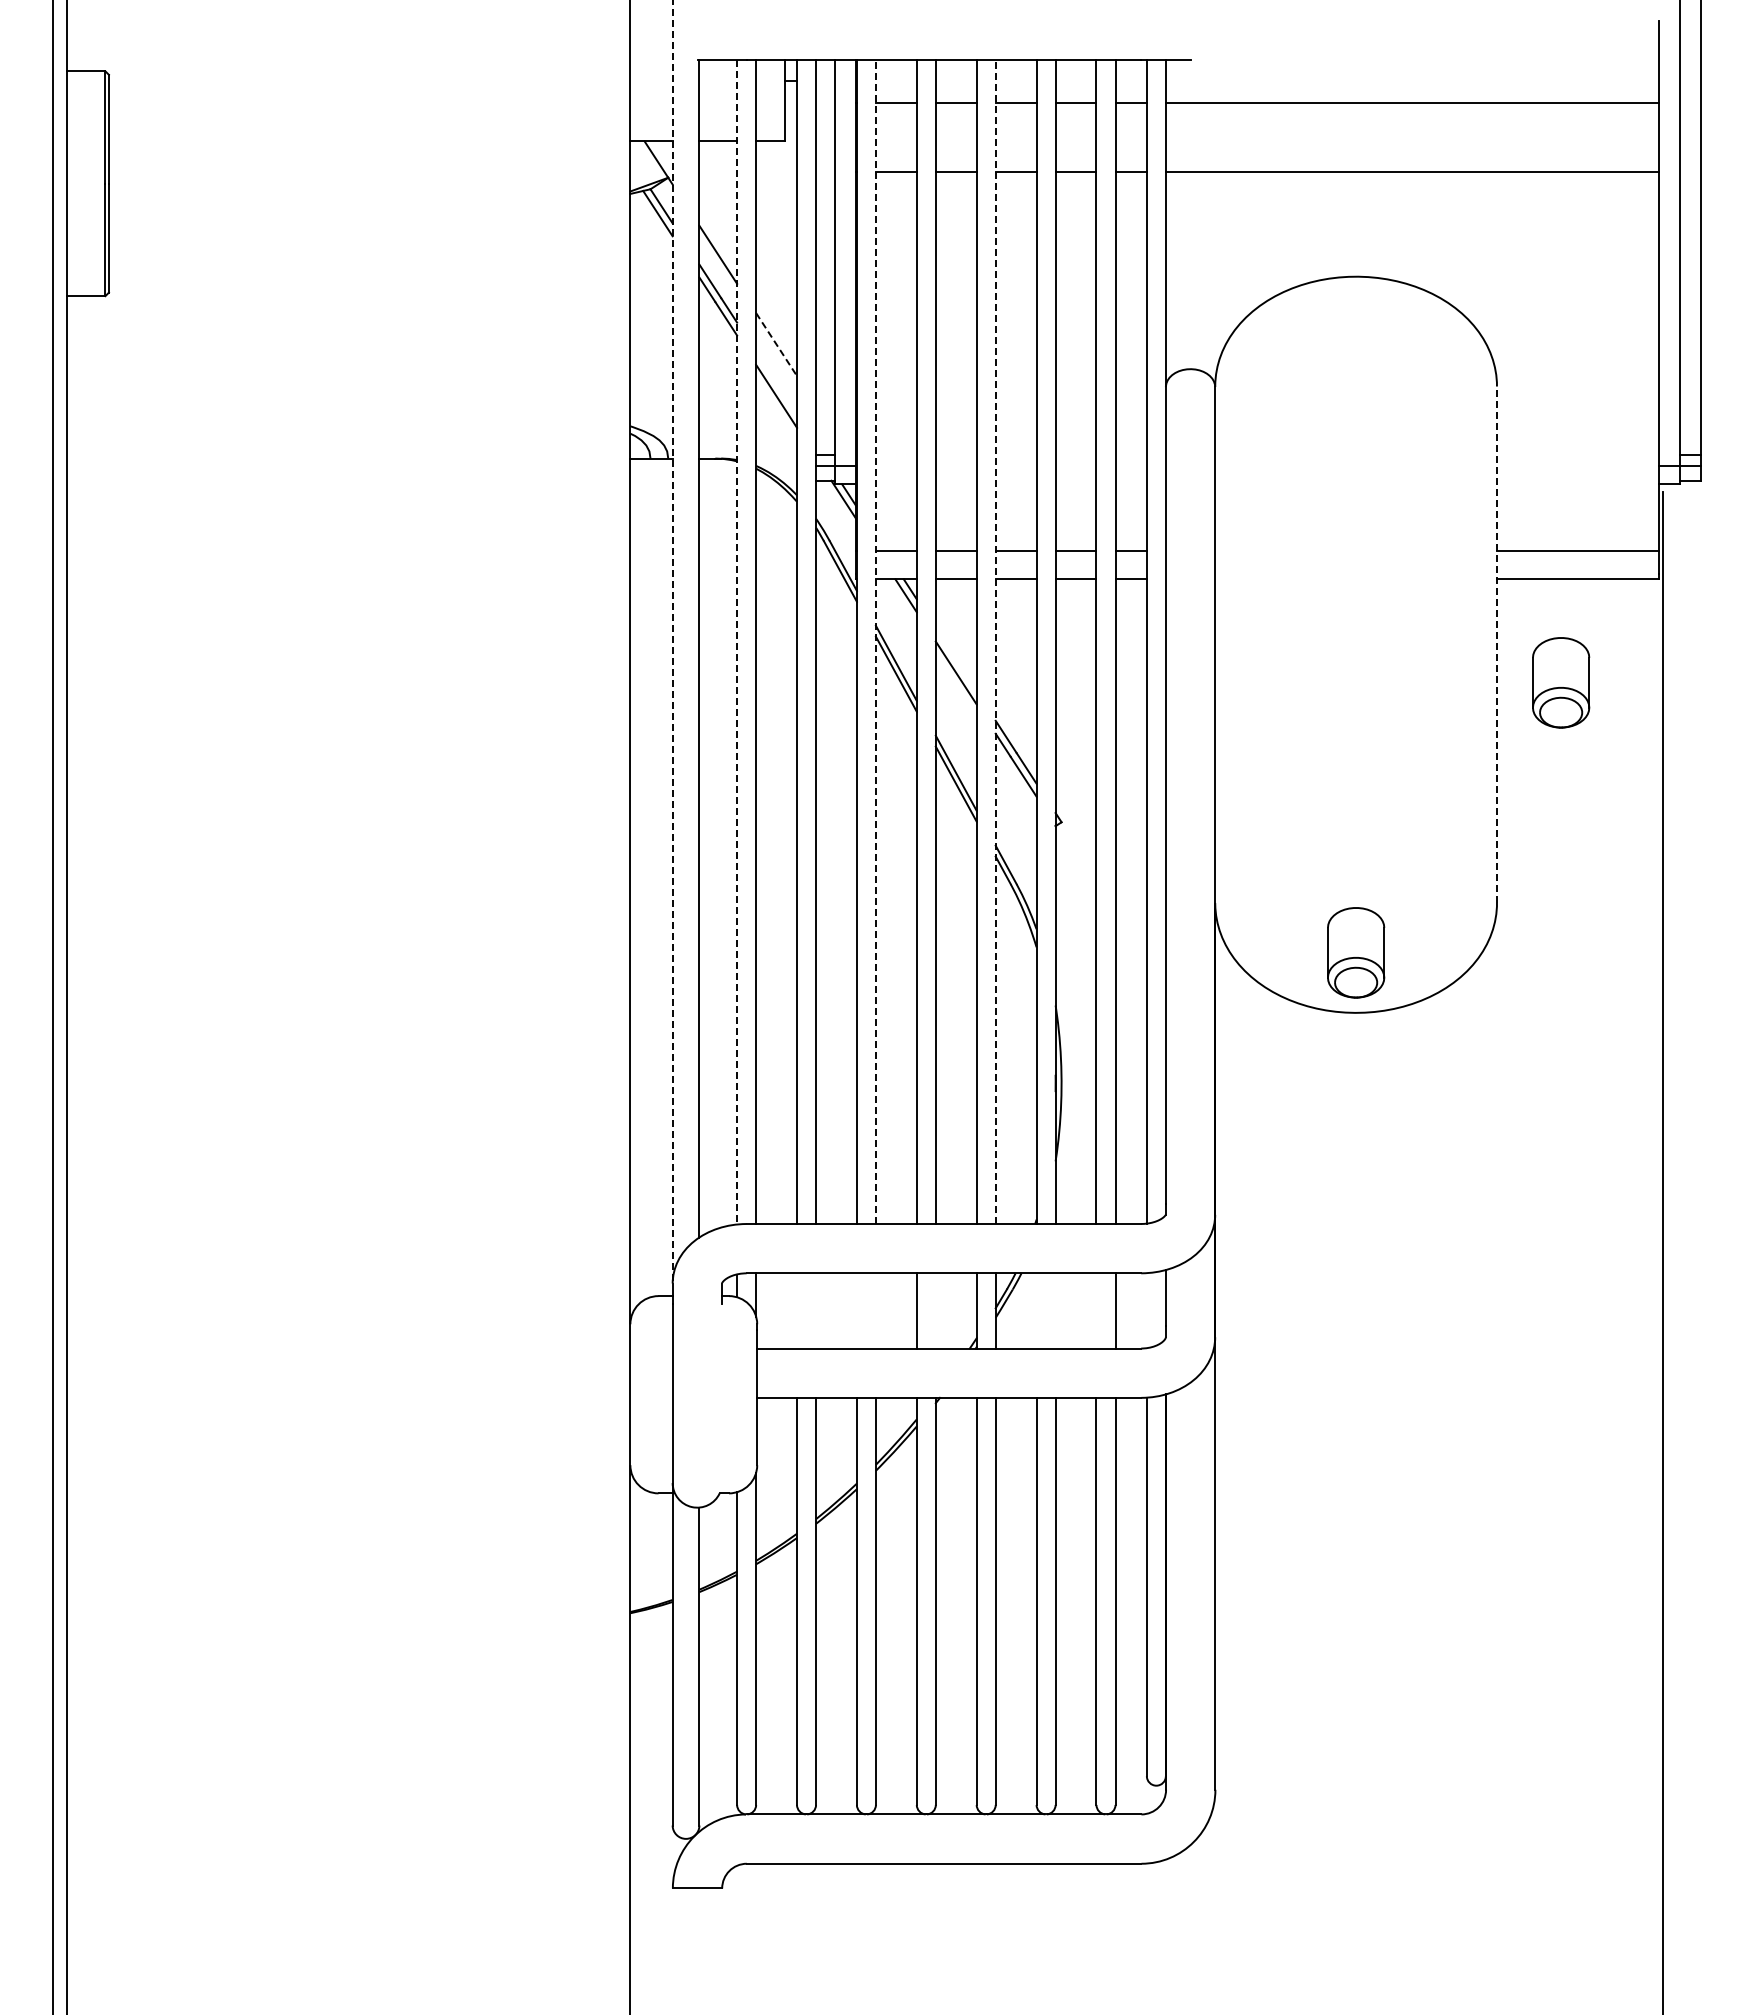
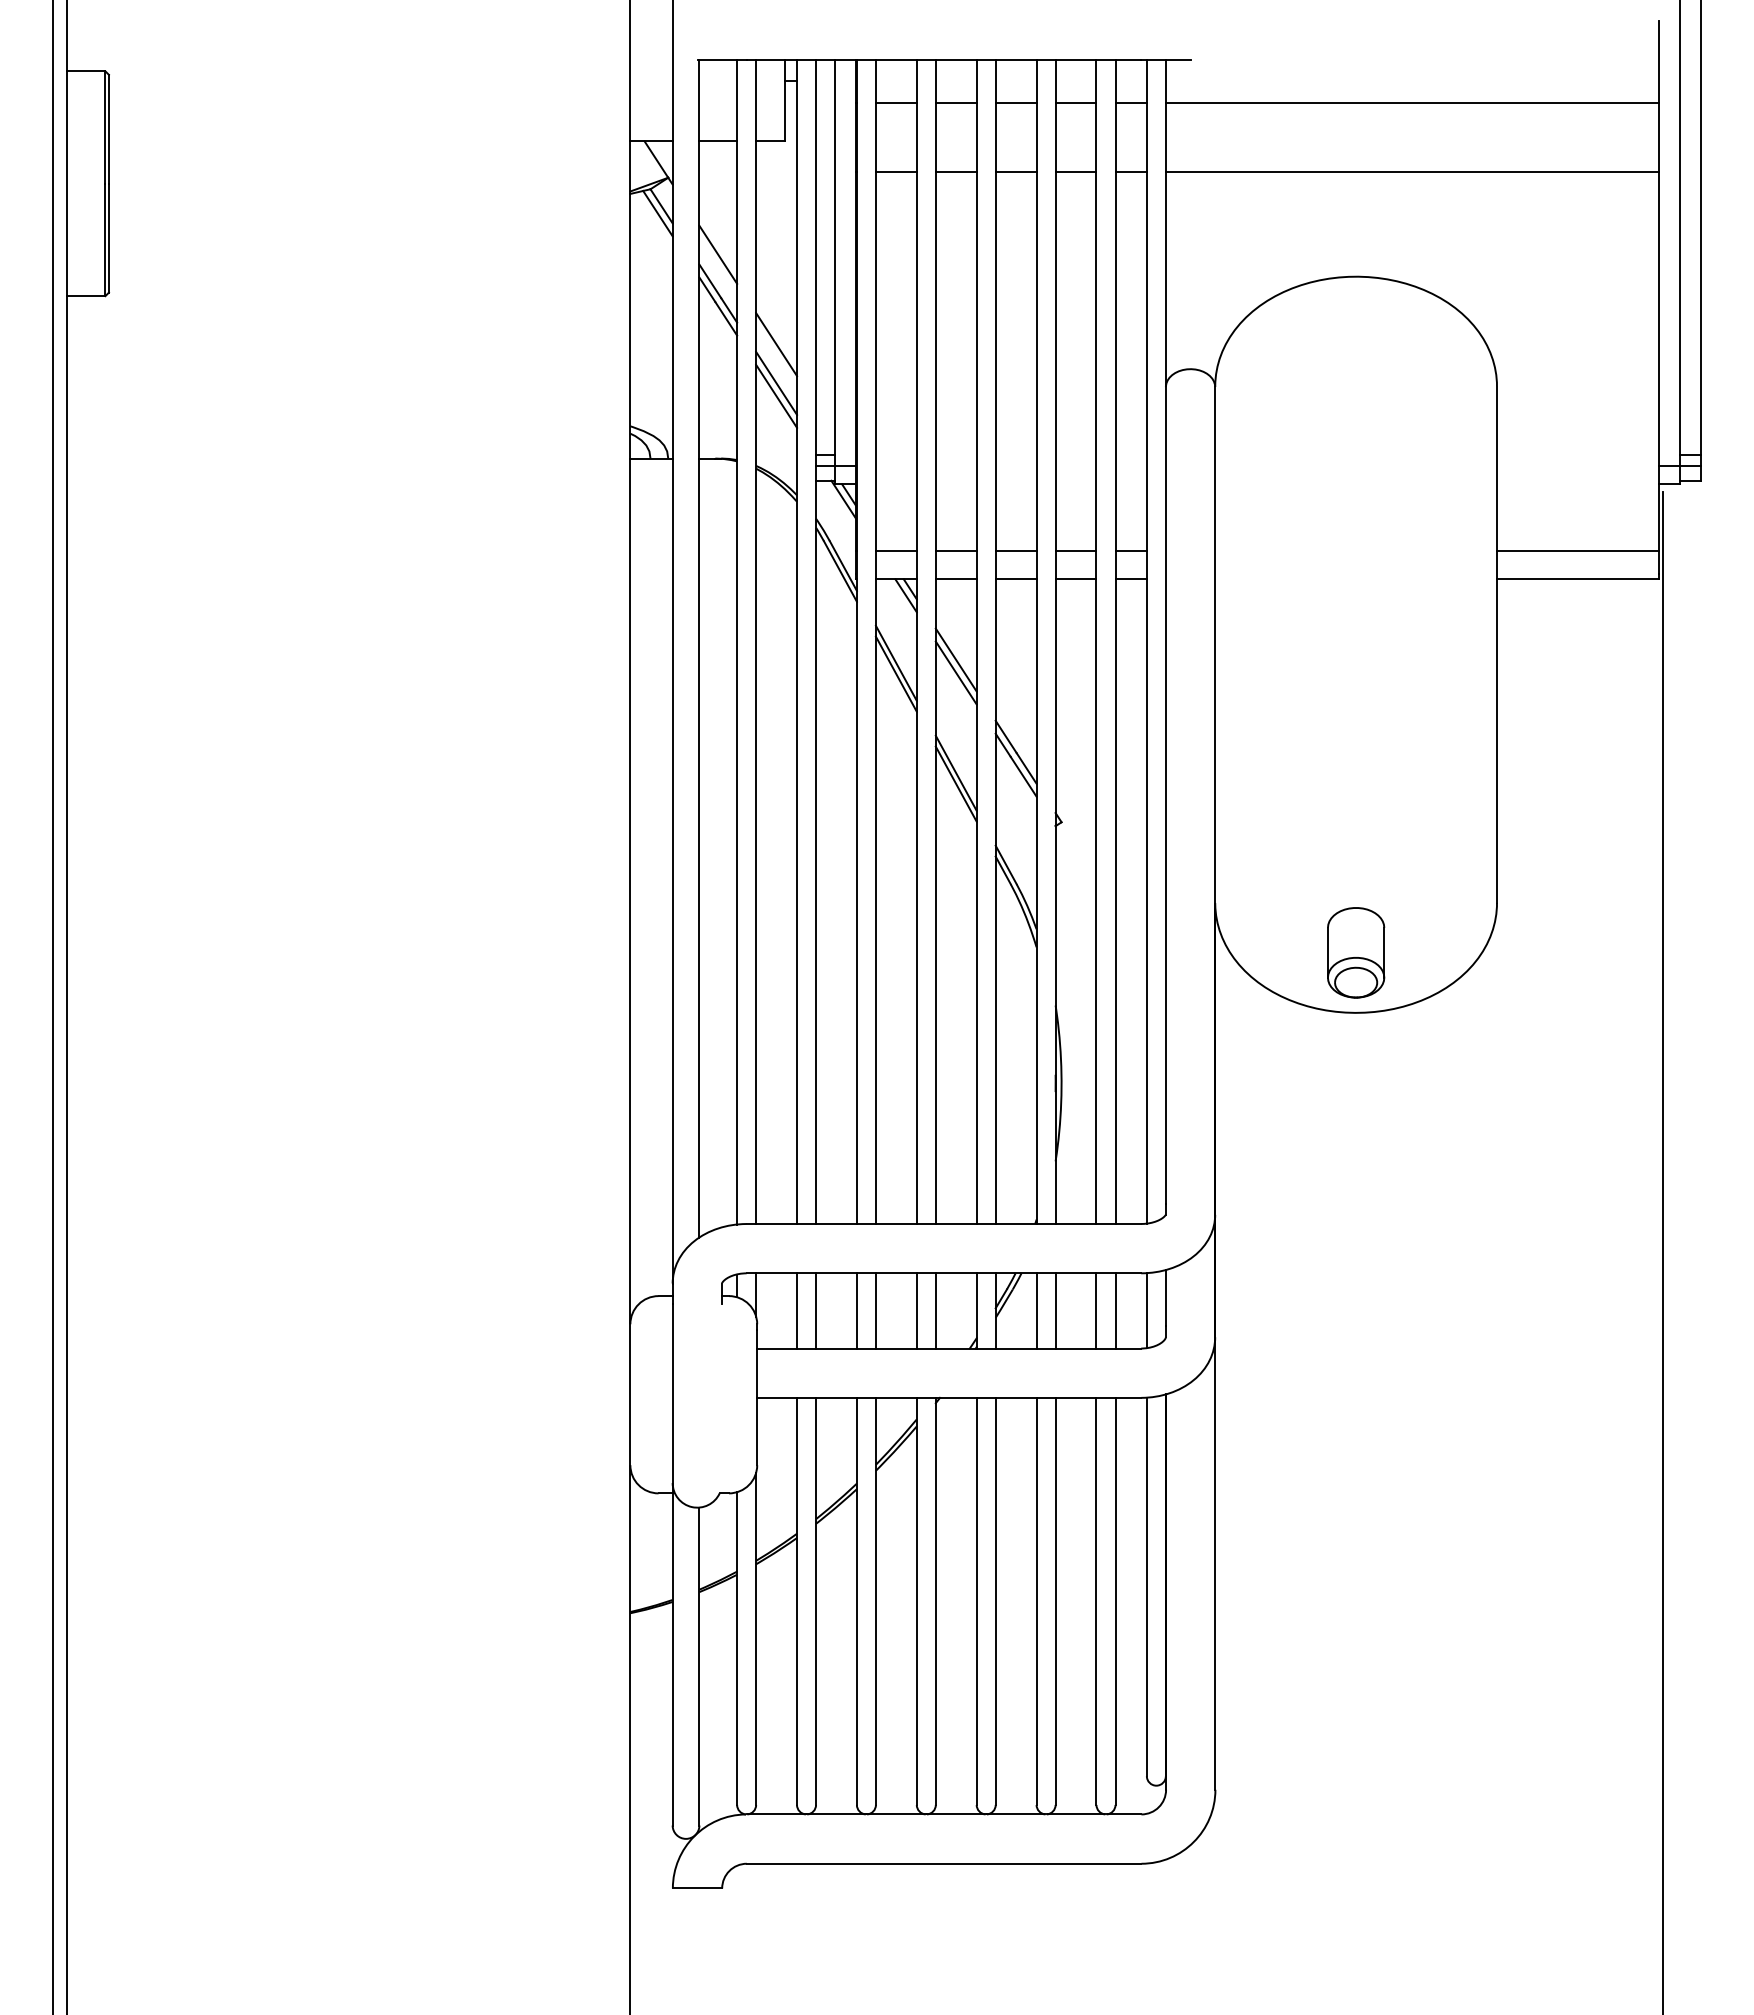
line at (776, 344): dashed -> solid
line at (776, 382): none -> present
line at (672, 642): dashed -> solid
line at (875, 642): dashed -> solid
line at (995, 642): dashed -> solid
line at (737, 643): dashed -> solid
line at (1497, 644): dashed -> solid
line at (955, 659): none -> present
part at (1561, 682): present -> none
line at (797, 1310): none -> present
line at (816, 1310): none -> present
line at (856, 1310): none -> present
line at (875, 1310): none -> present
line at (935, 1310): none -> present
line at (1036, 1310): none -> present
line at (1055, 1310): none -> present
line at (1096, 1310): none -> present
line at (1146, 1310): none -> present
